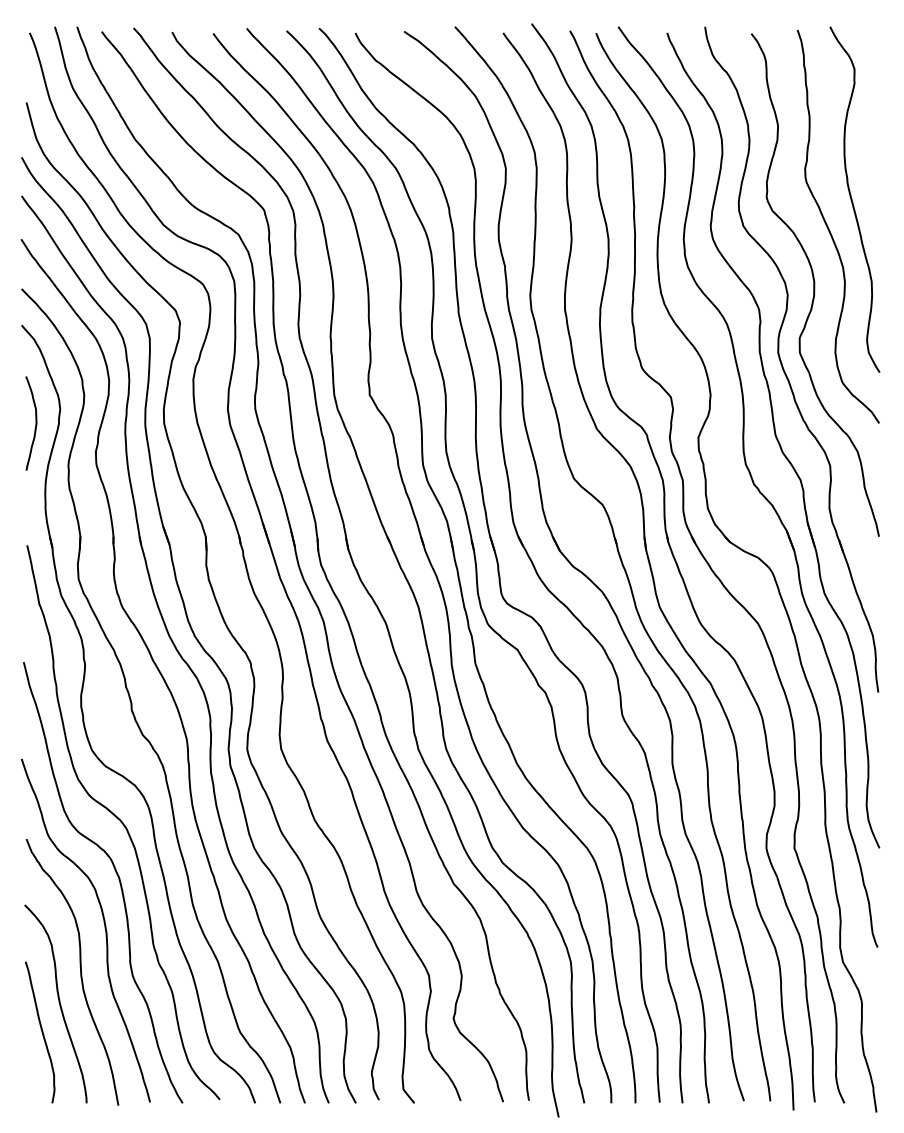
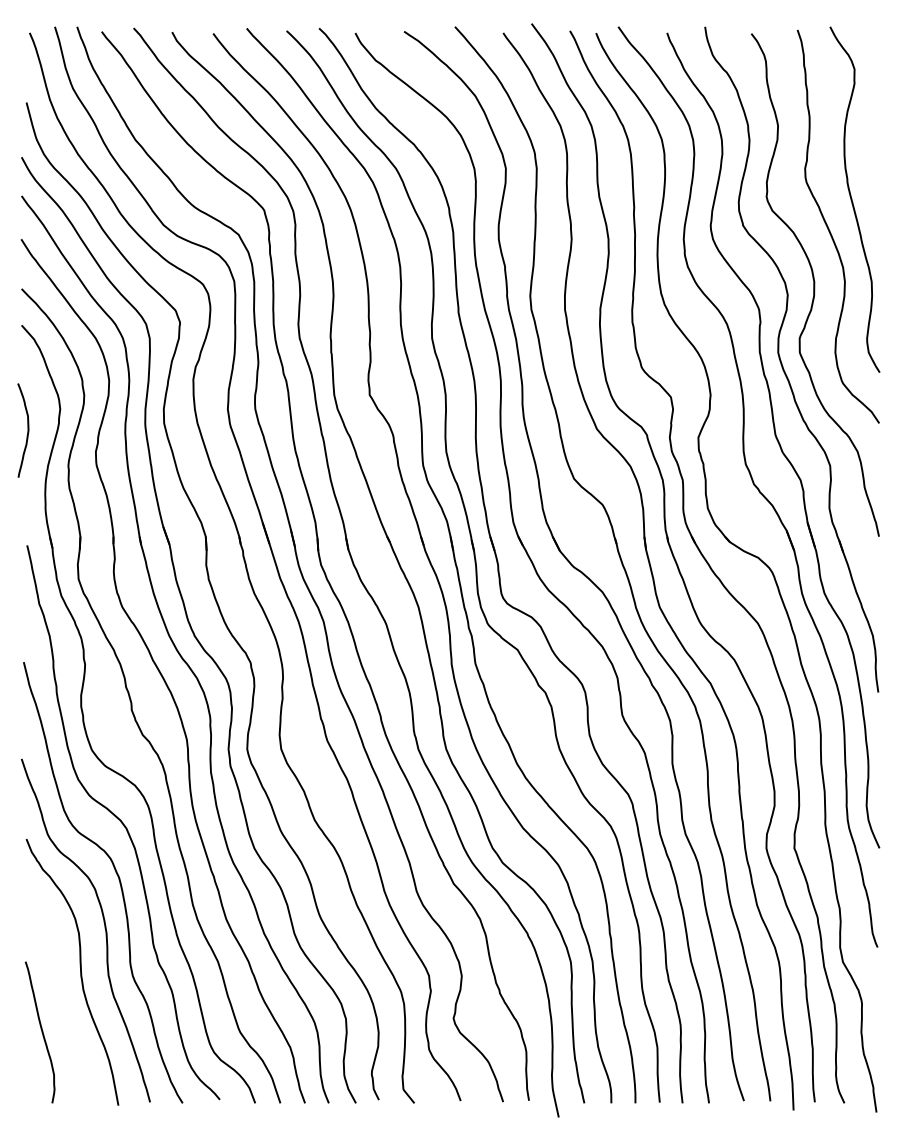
curve at (35, 423) position: (35, 423) -> (27, 430)
curve at (58, 1002): present -> none
